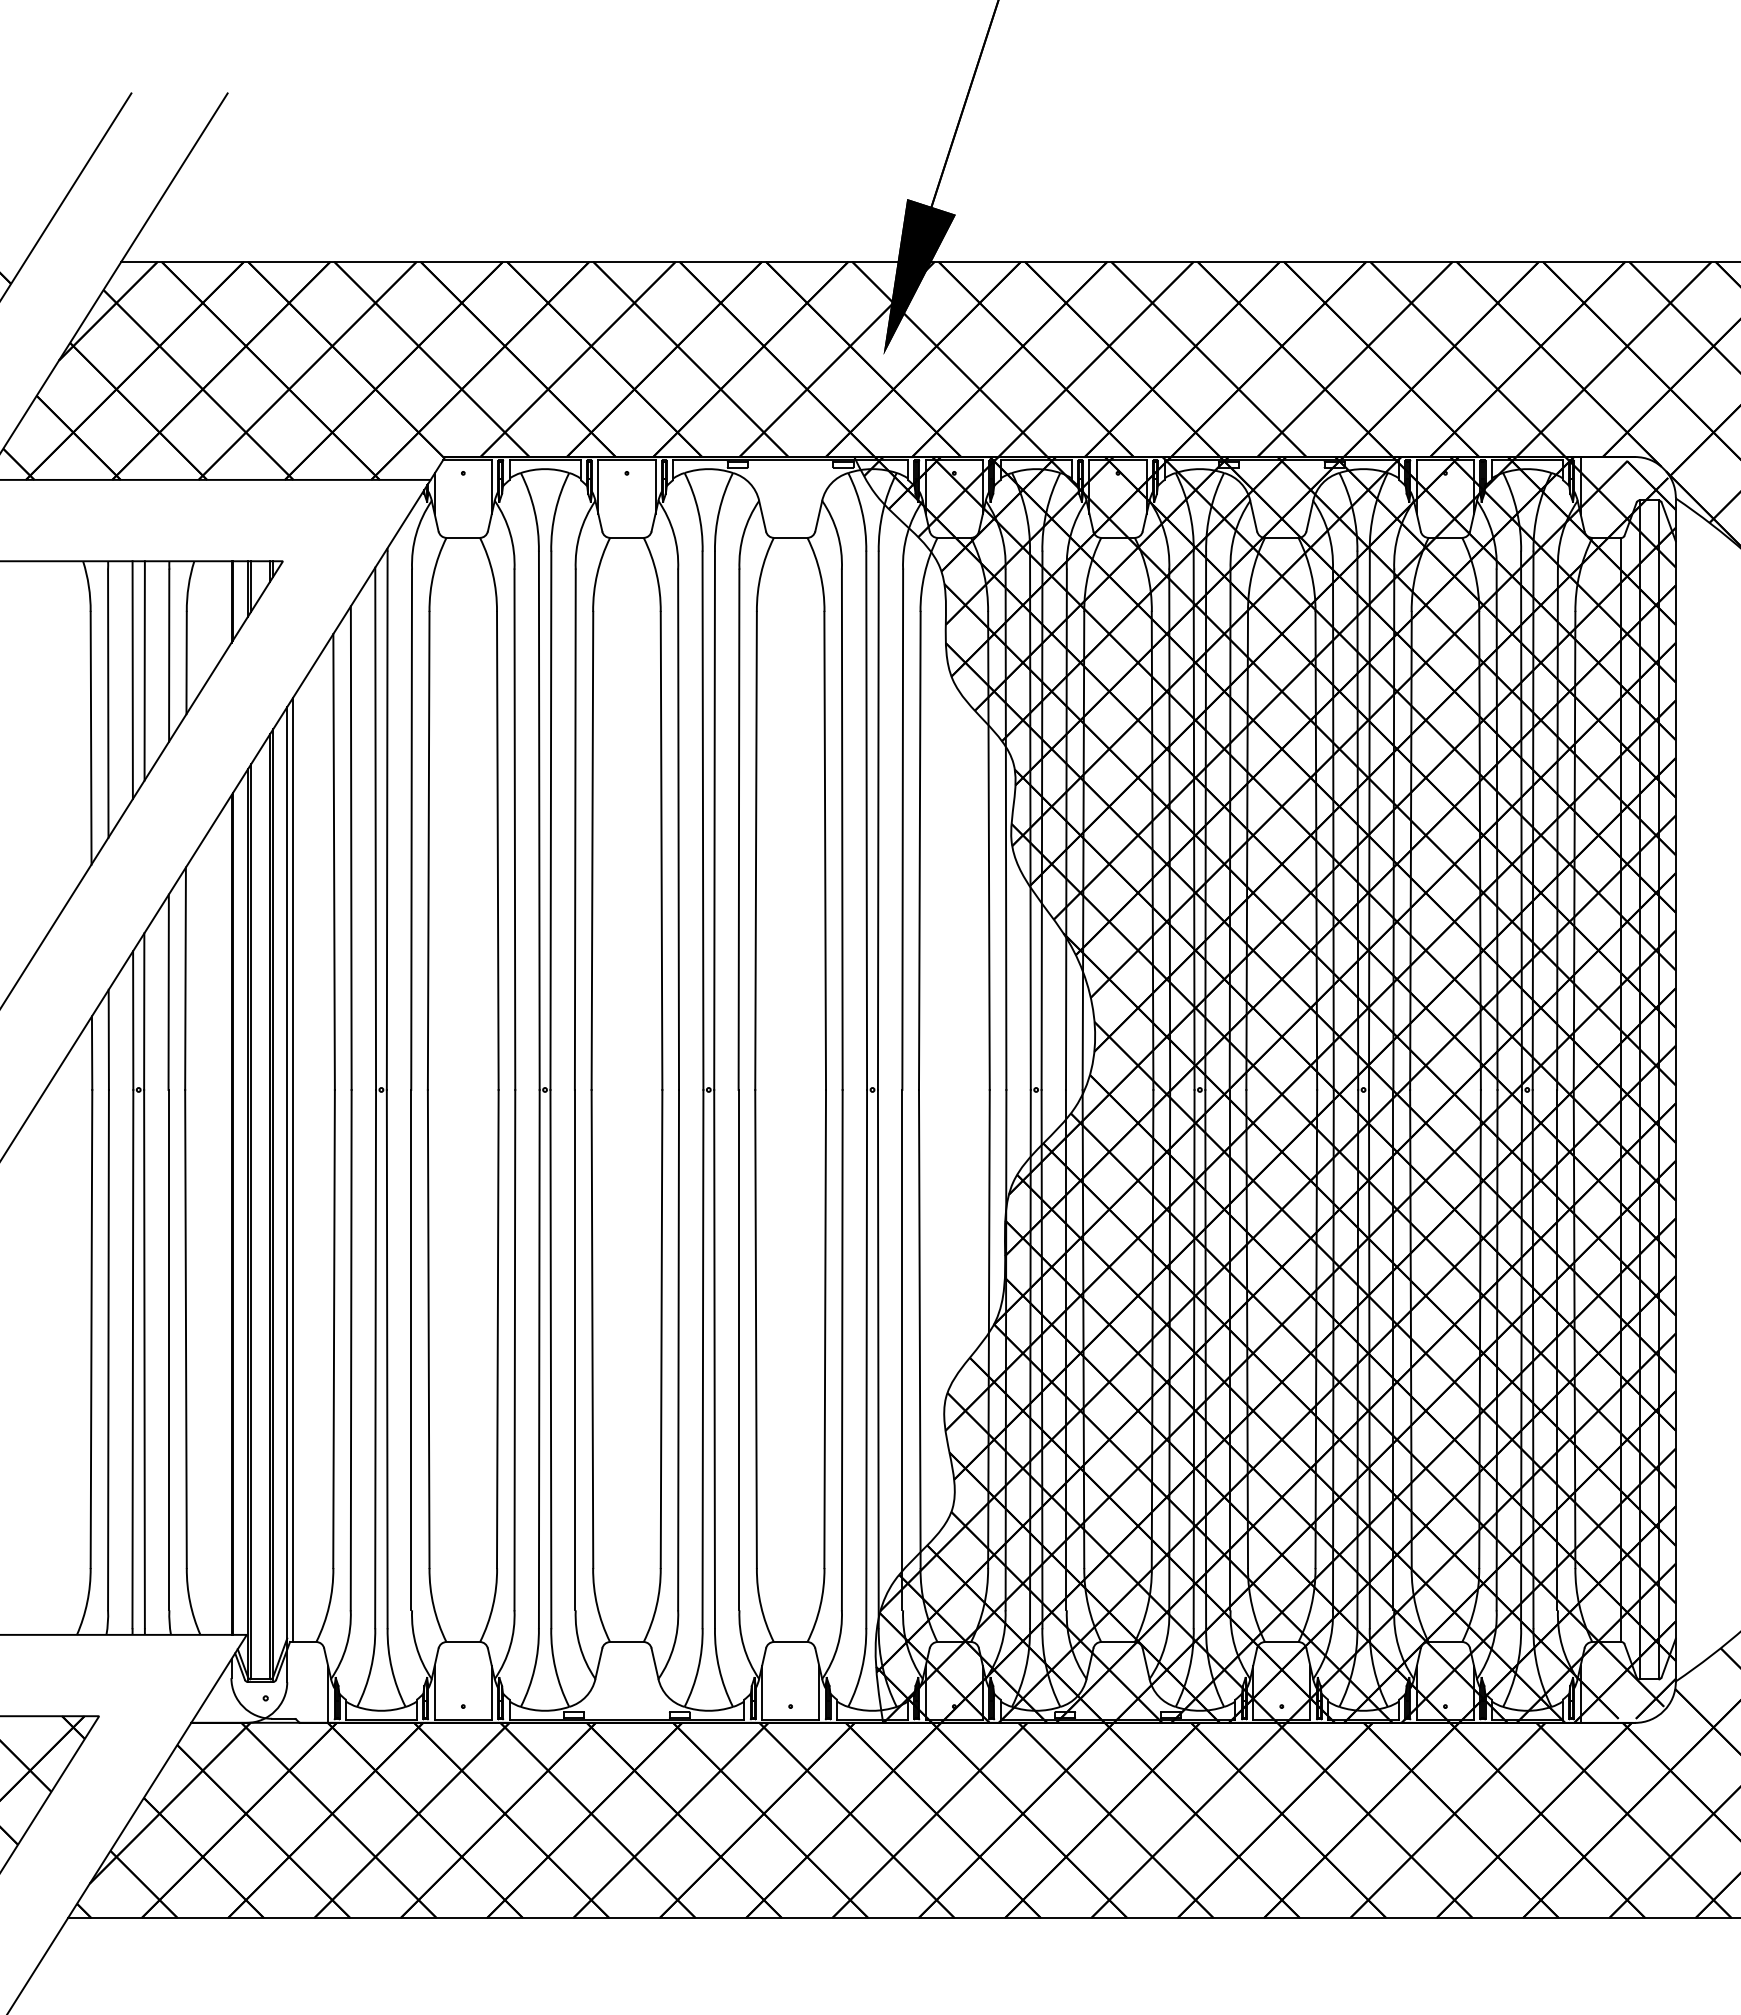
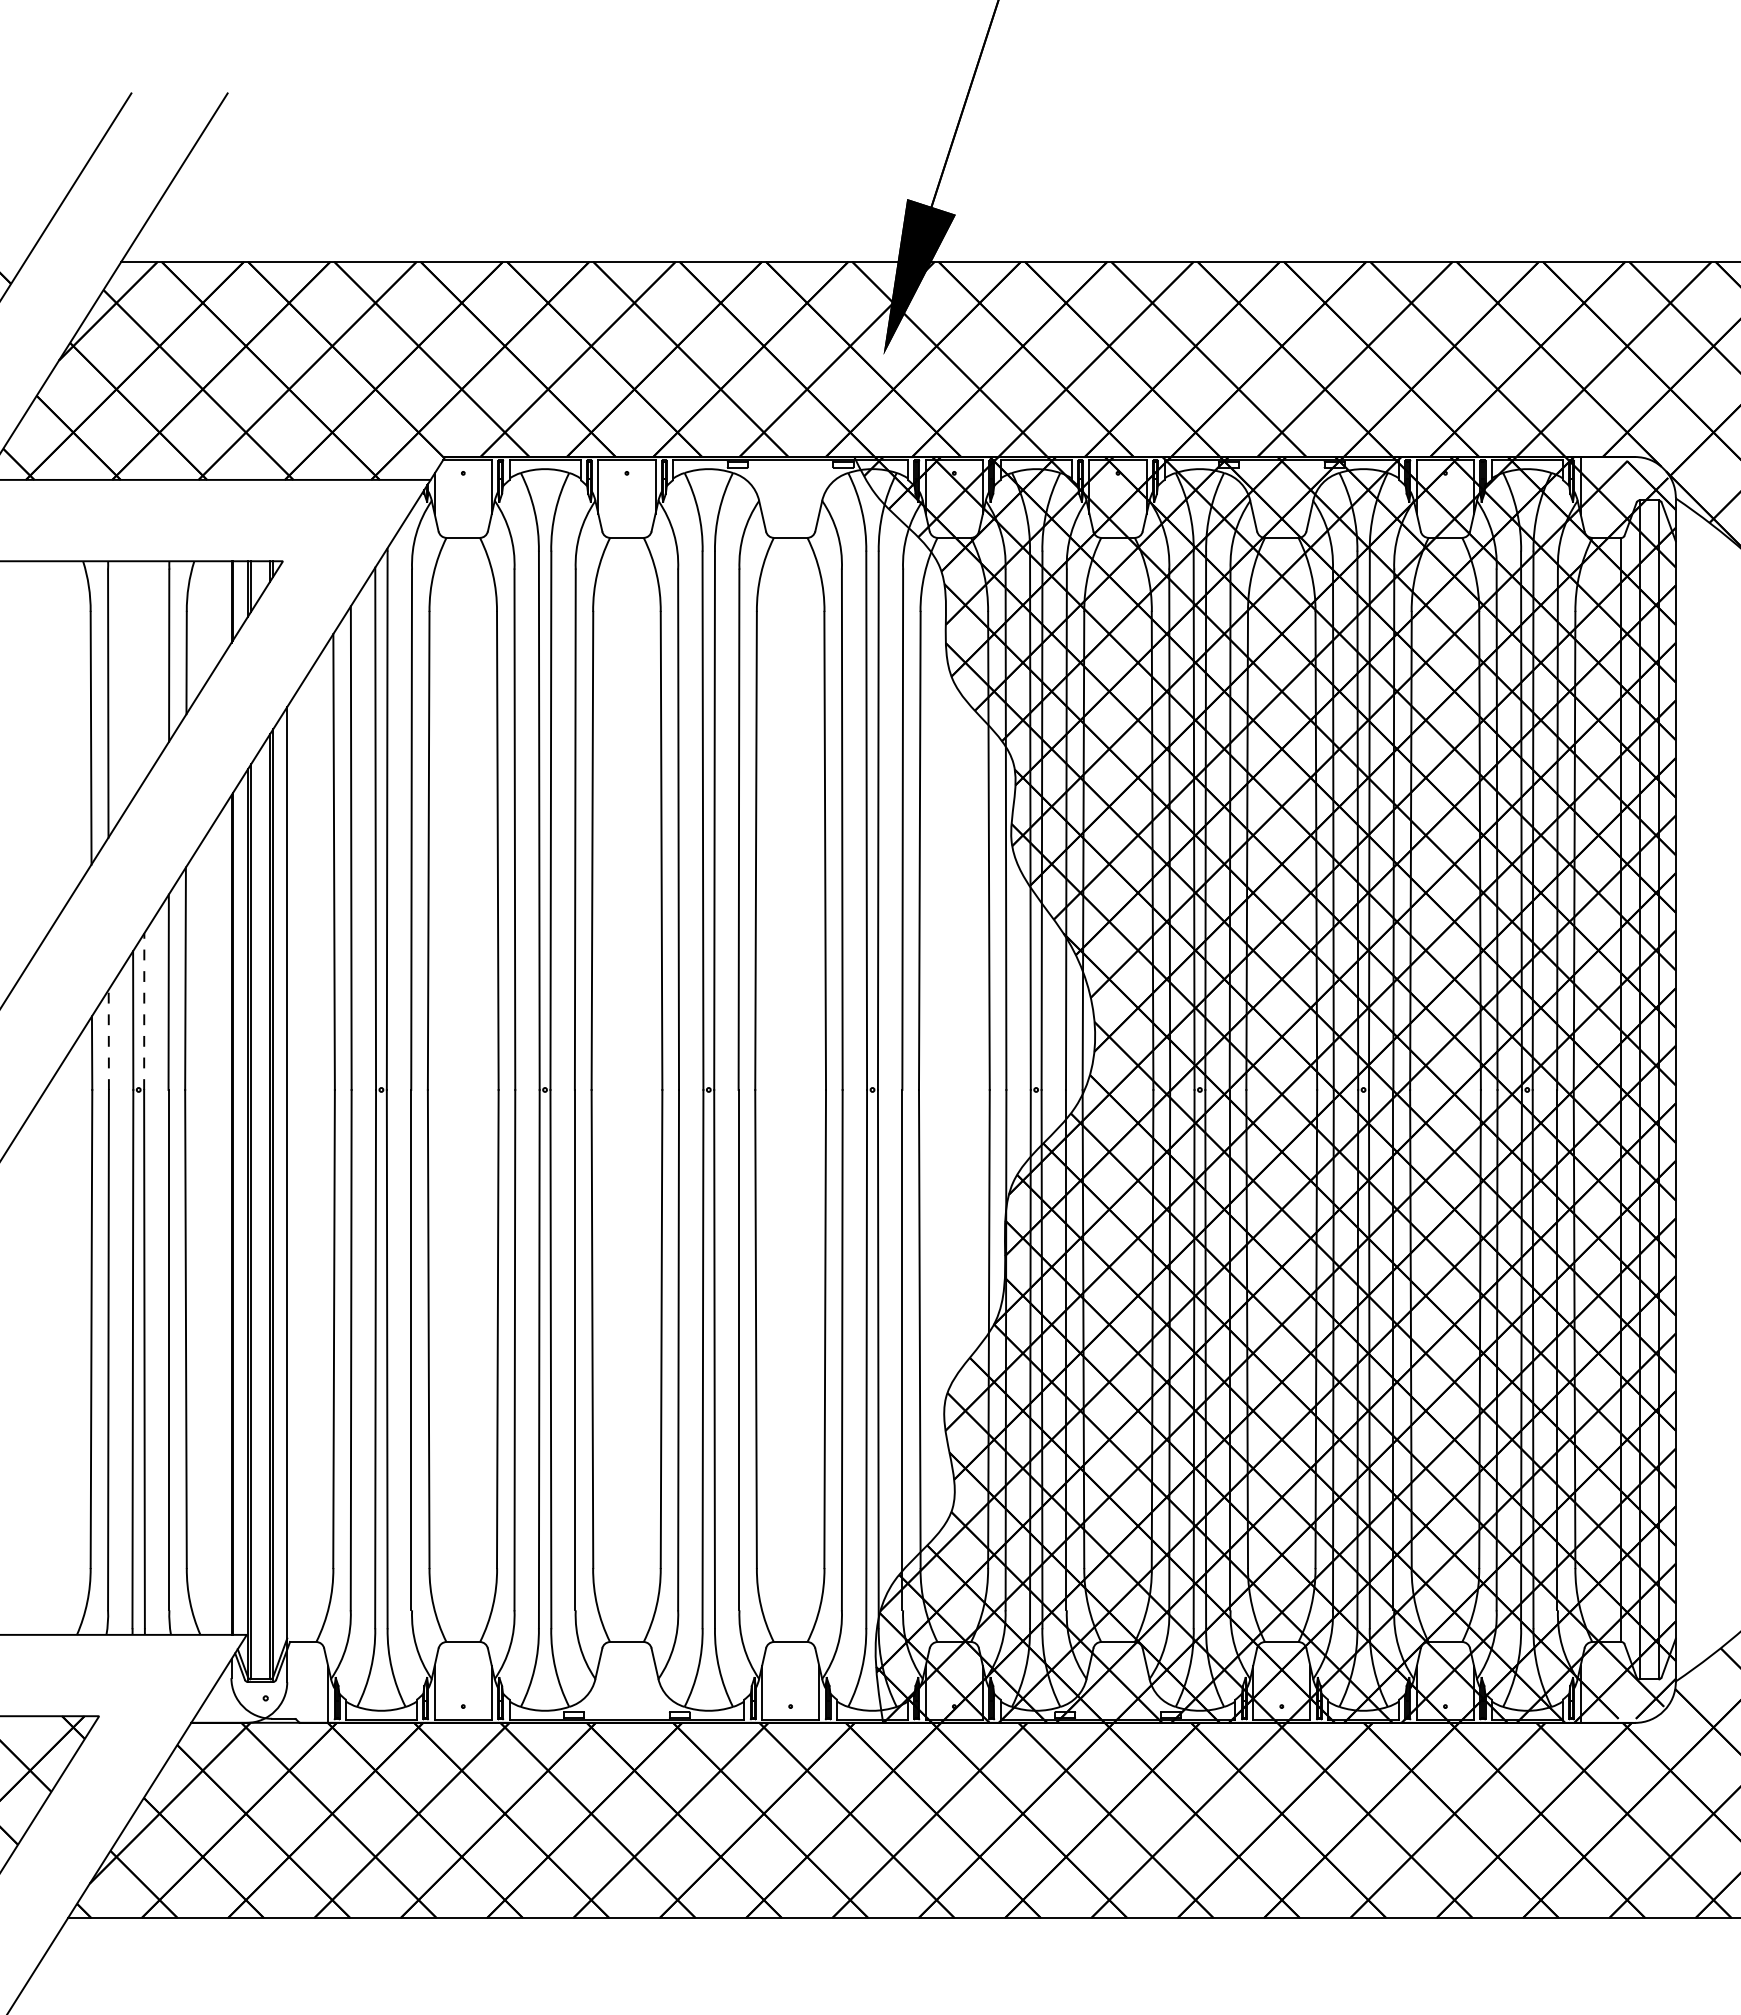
line at (144, 670): present -> none
line at (132, 680): present -> none
line at (144, 1011): solid -> dashed
line at (108, 1039): solid -> dashed
line at (292, 1170): present -> none
